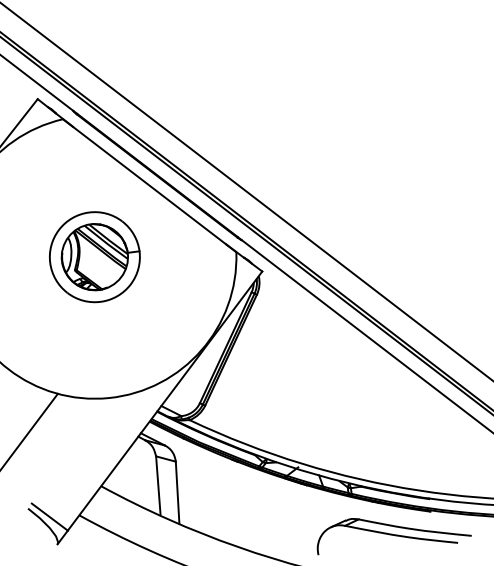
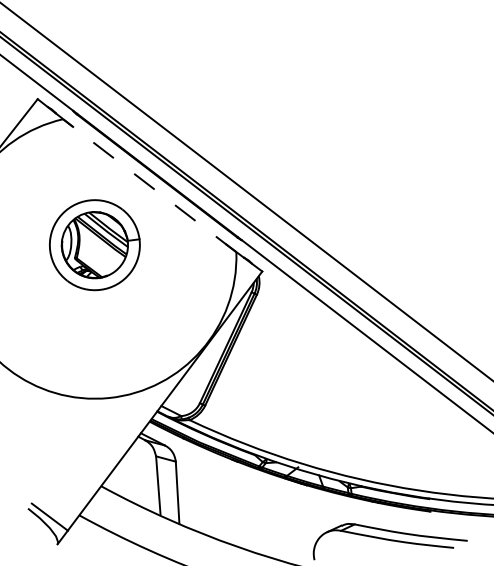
line at (149, 185): solid -> dashed
part at (94, 257) position: (94, 257) -> (94, 245)
line at (29, 430): present -> none
part at (393, 536) position: (393, 536) -> (389, 541)
